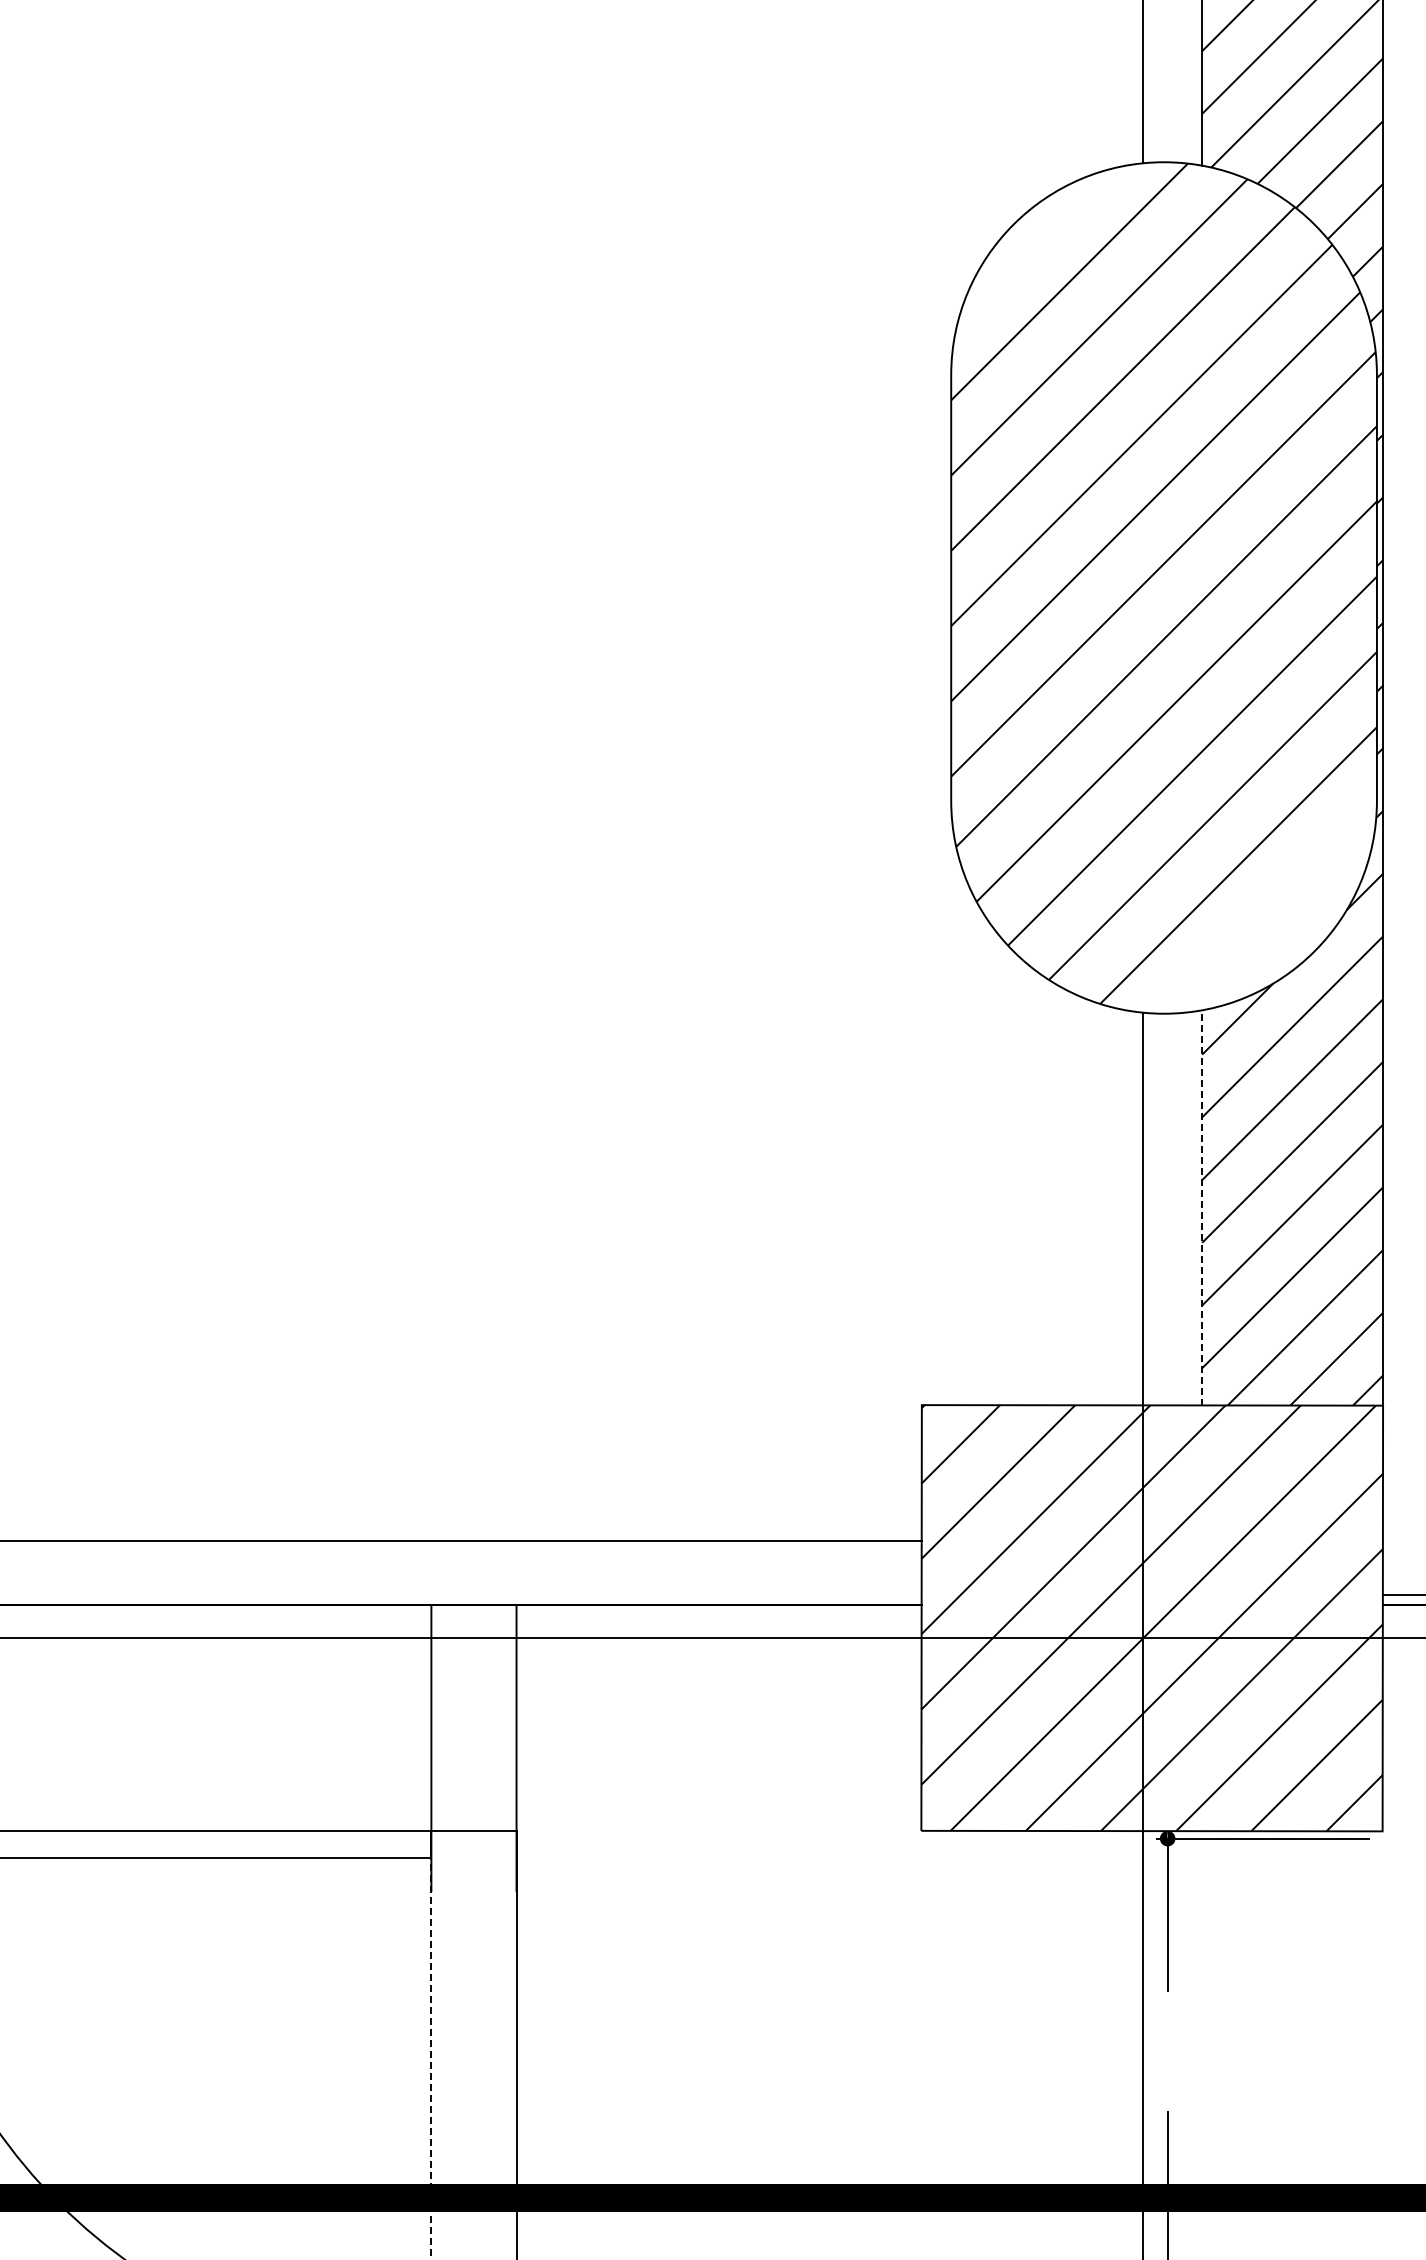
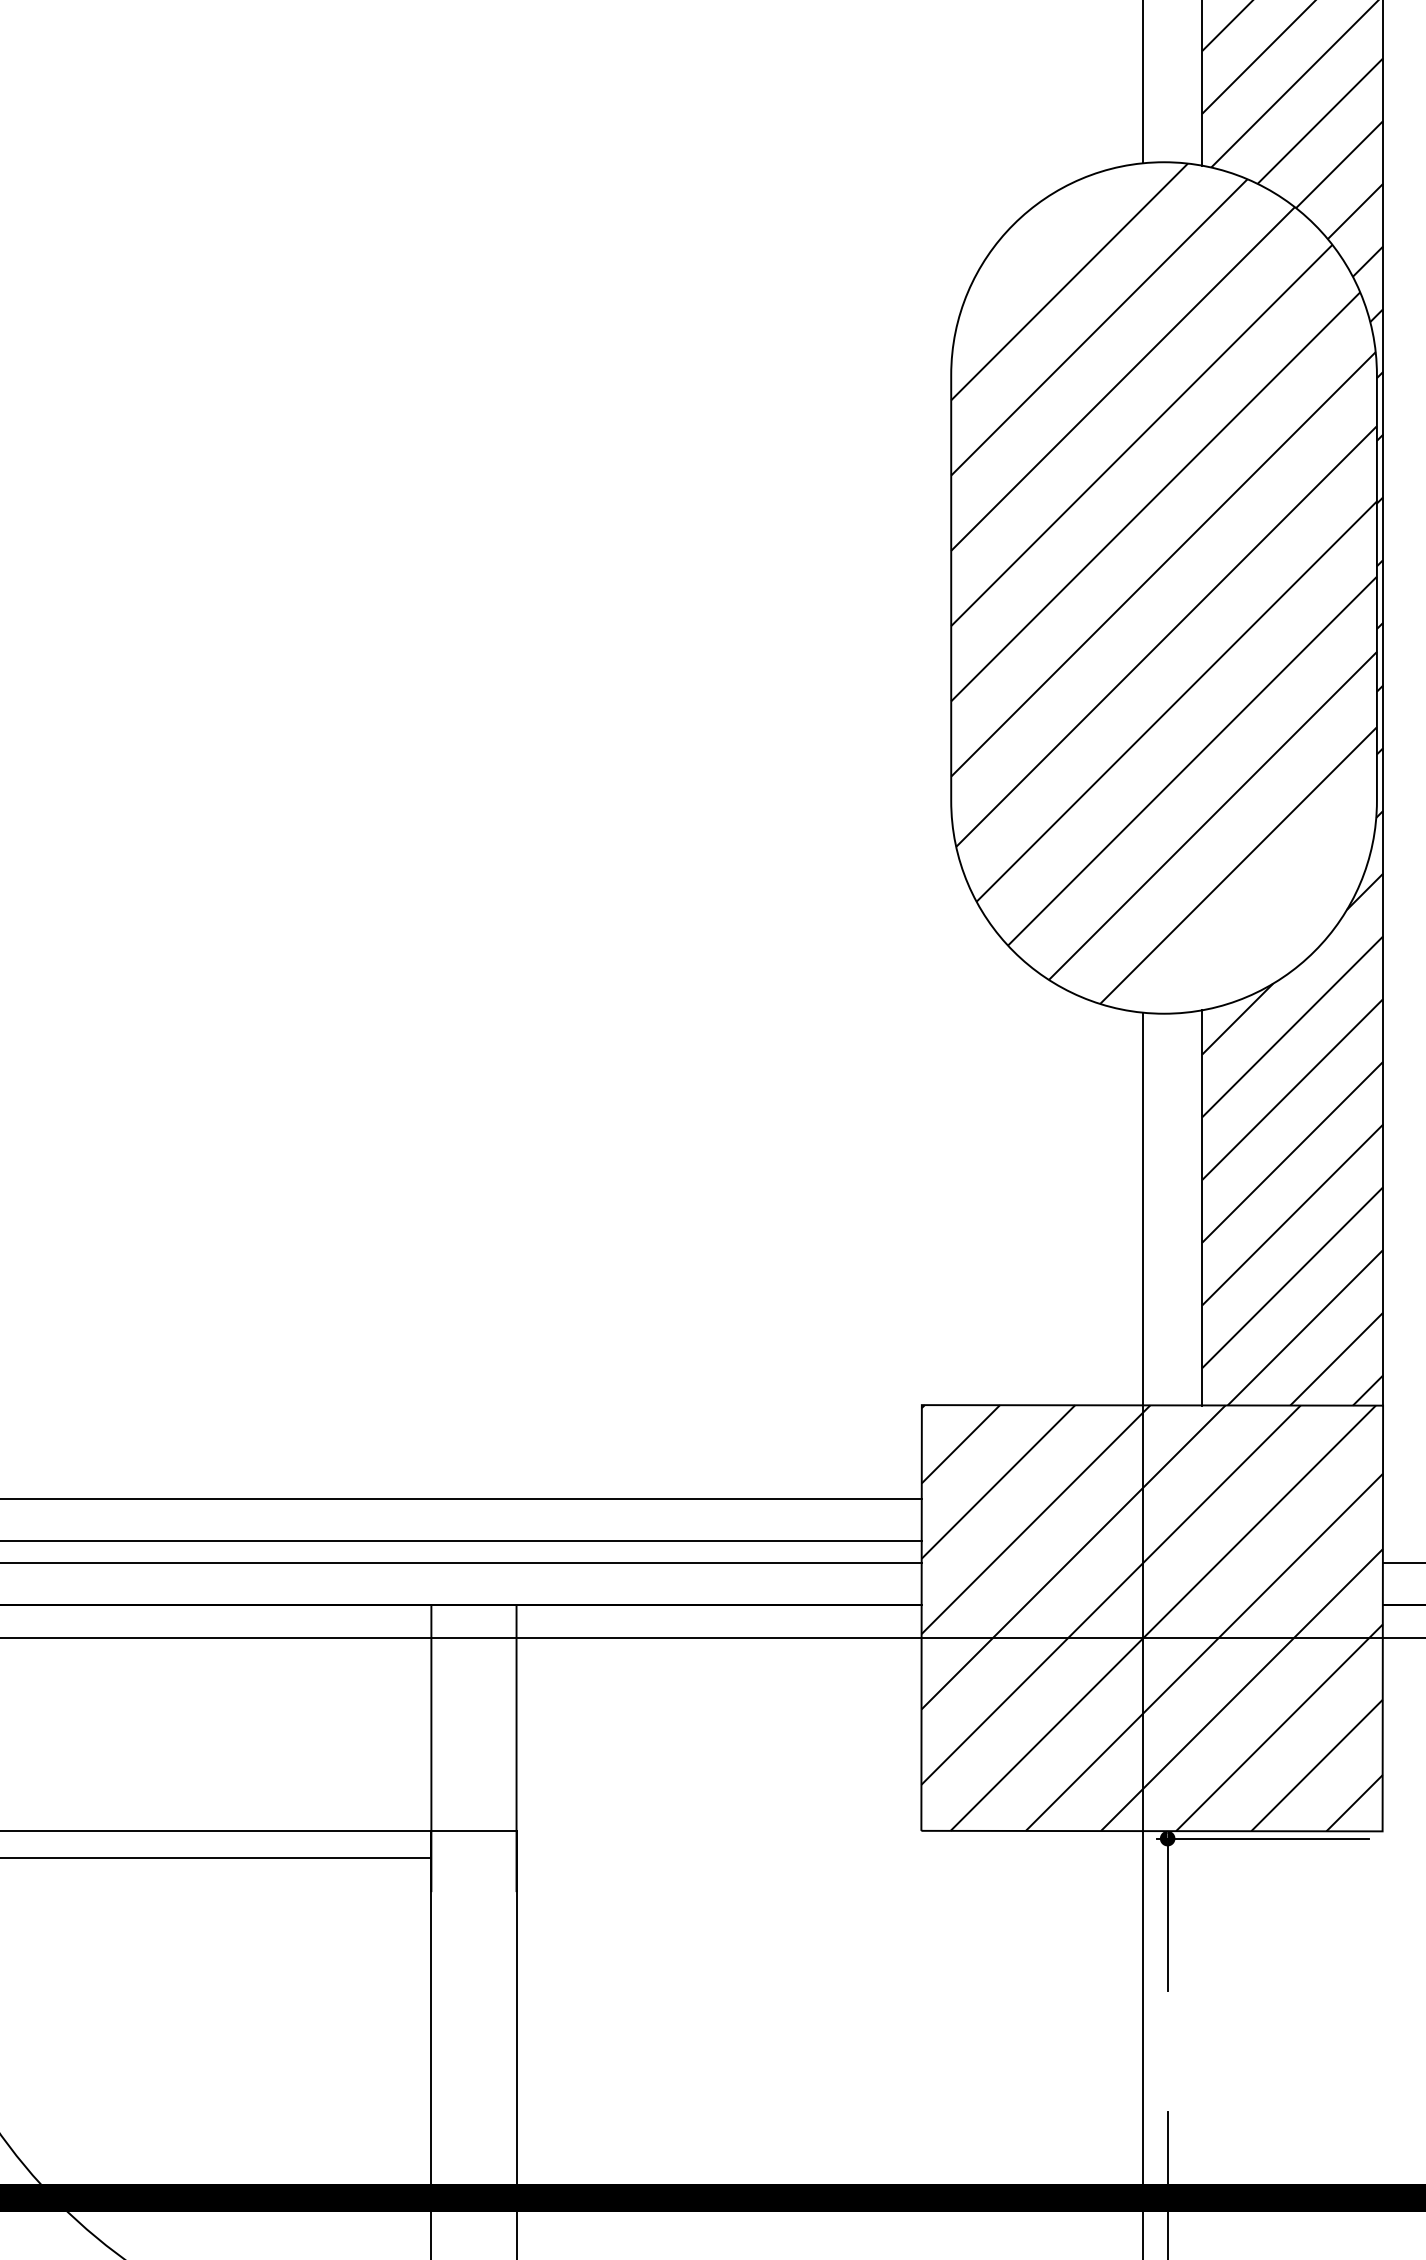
line at (1202, 1207): dashed -> solid
line at (461, 1498): none -> present
line at (461, 1562): none -> present
line at (1402, 1594) position: (1402, 1594) -> (1402, 1562)
line at (431, 2045): dashed -> solid
